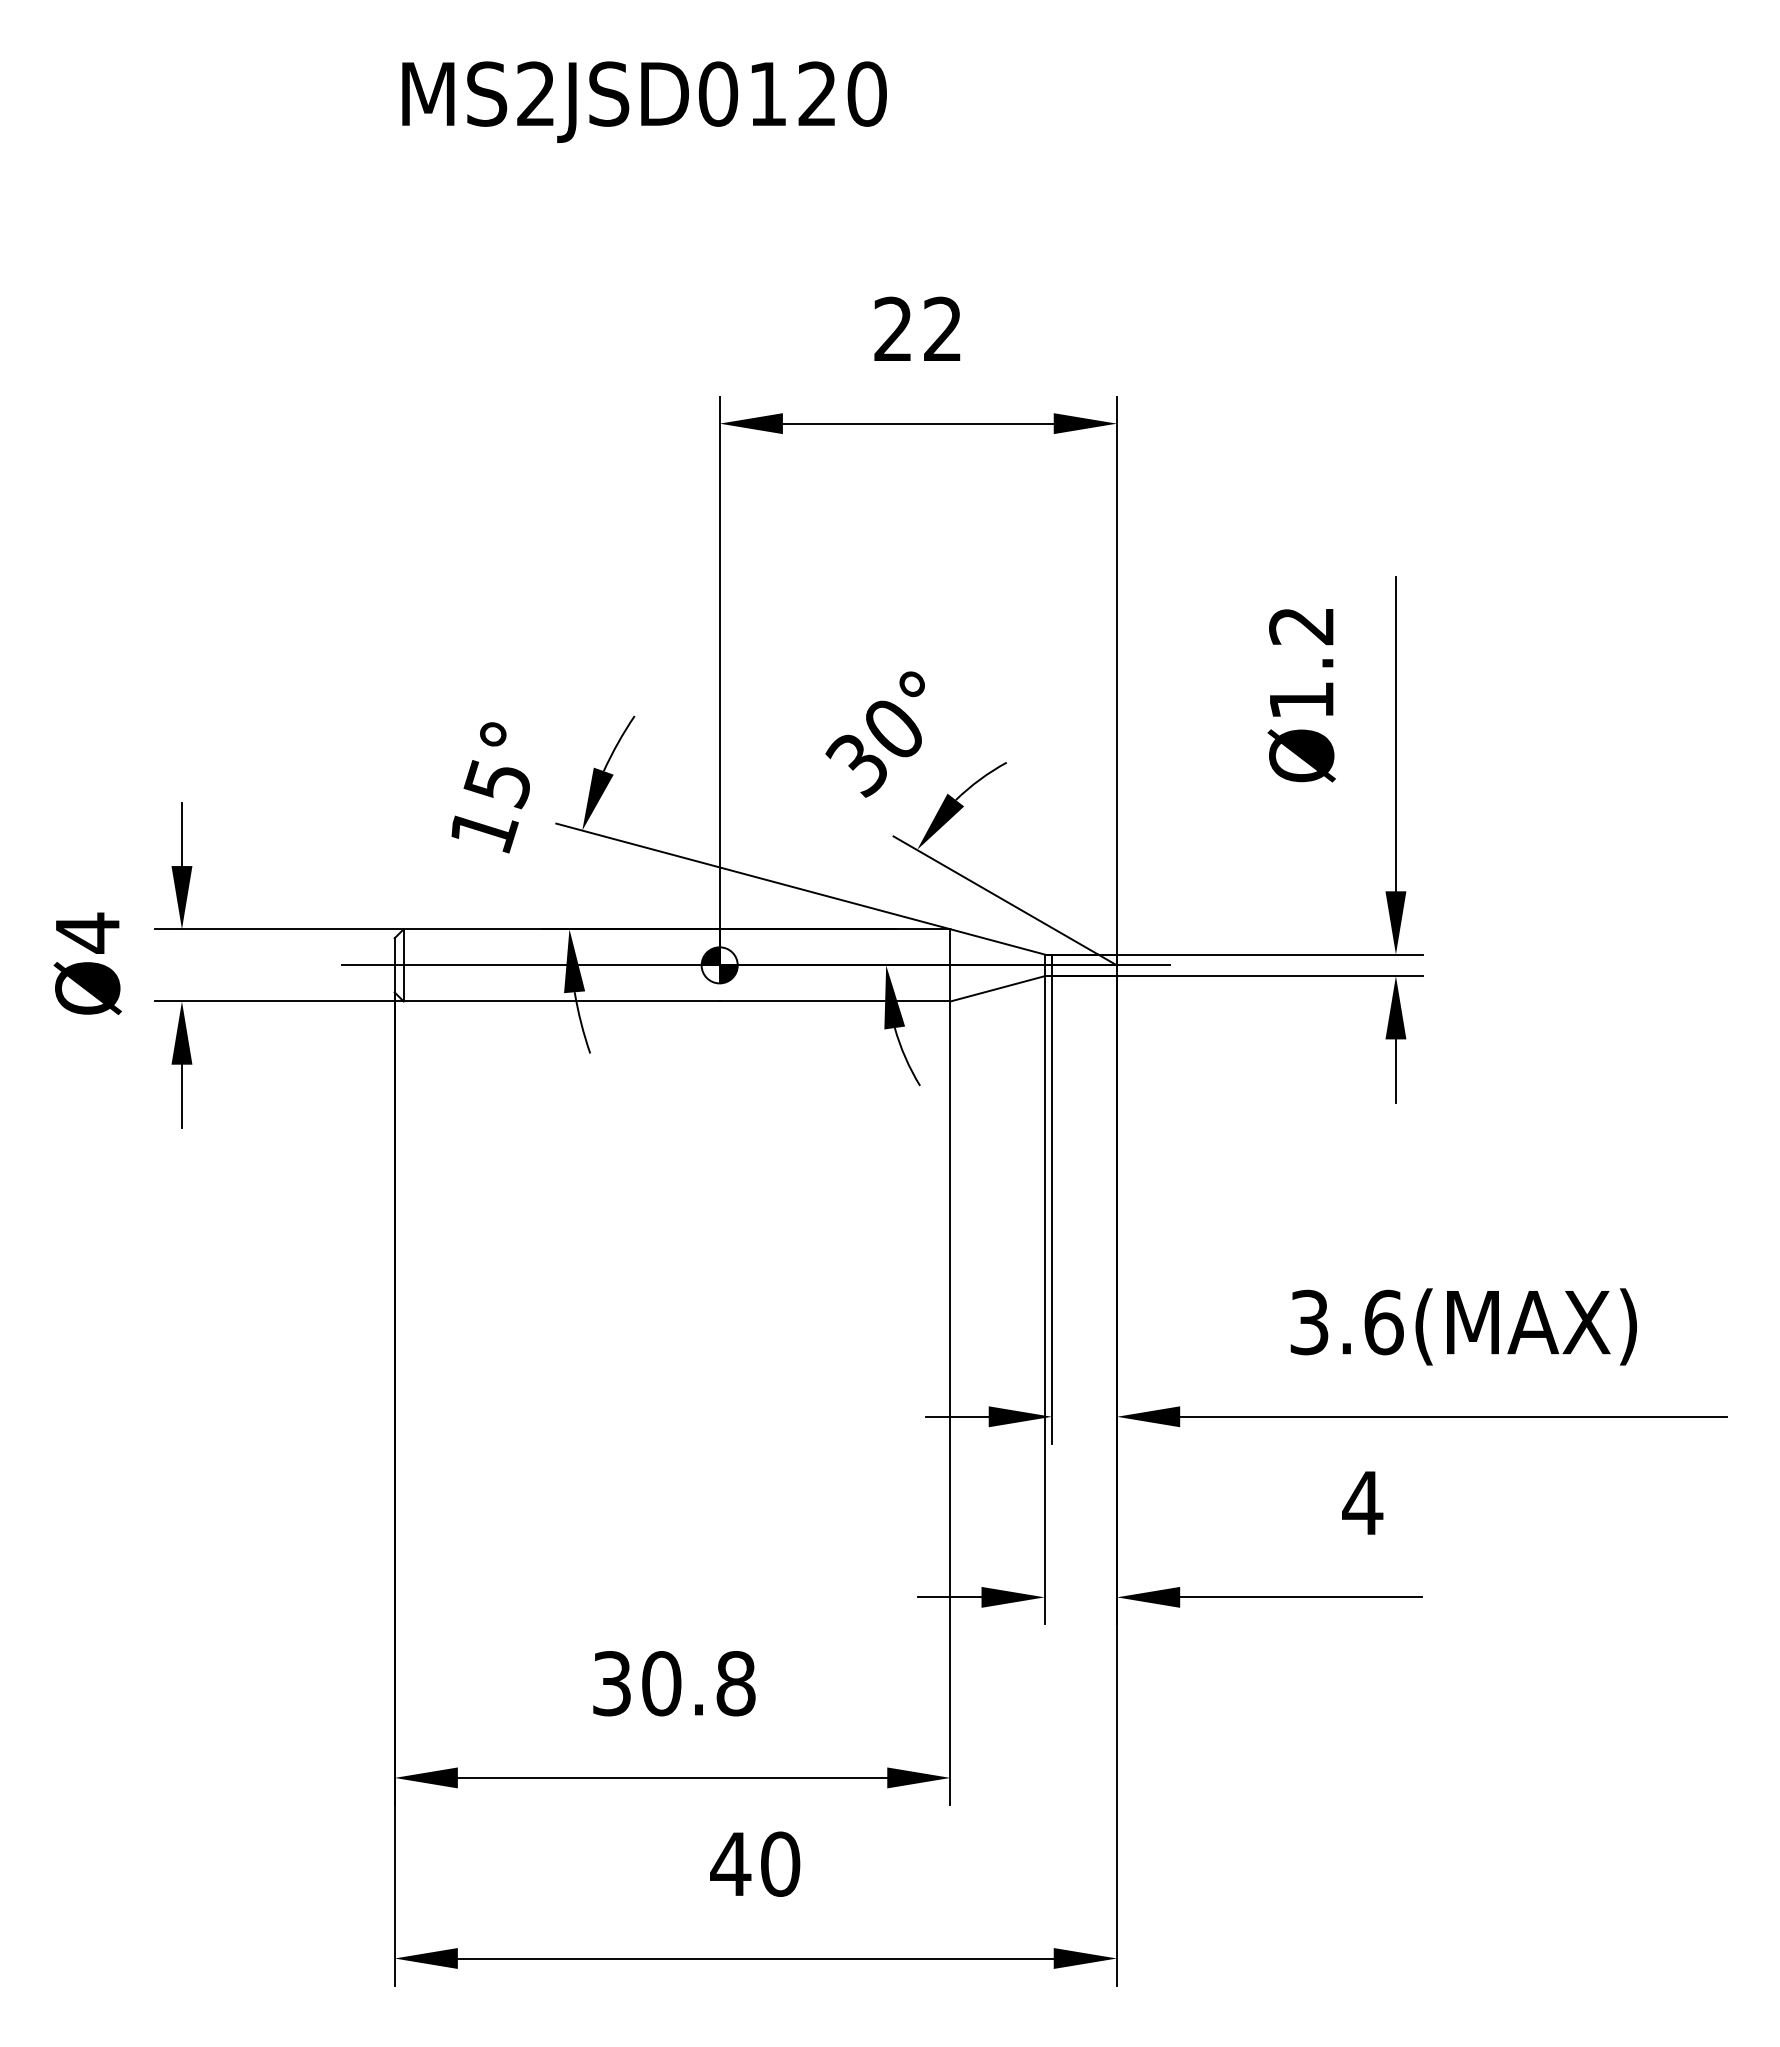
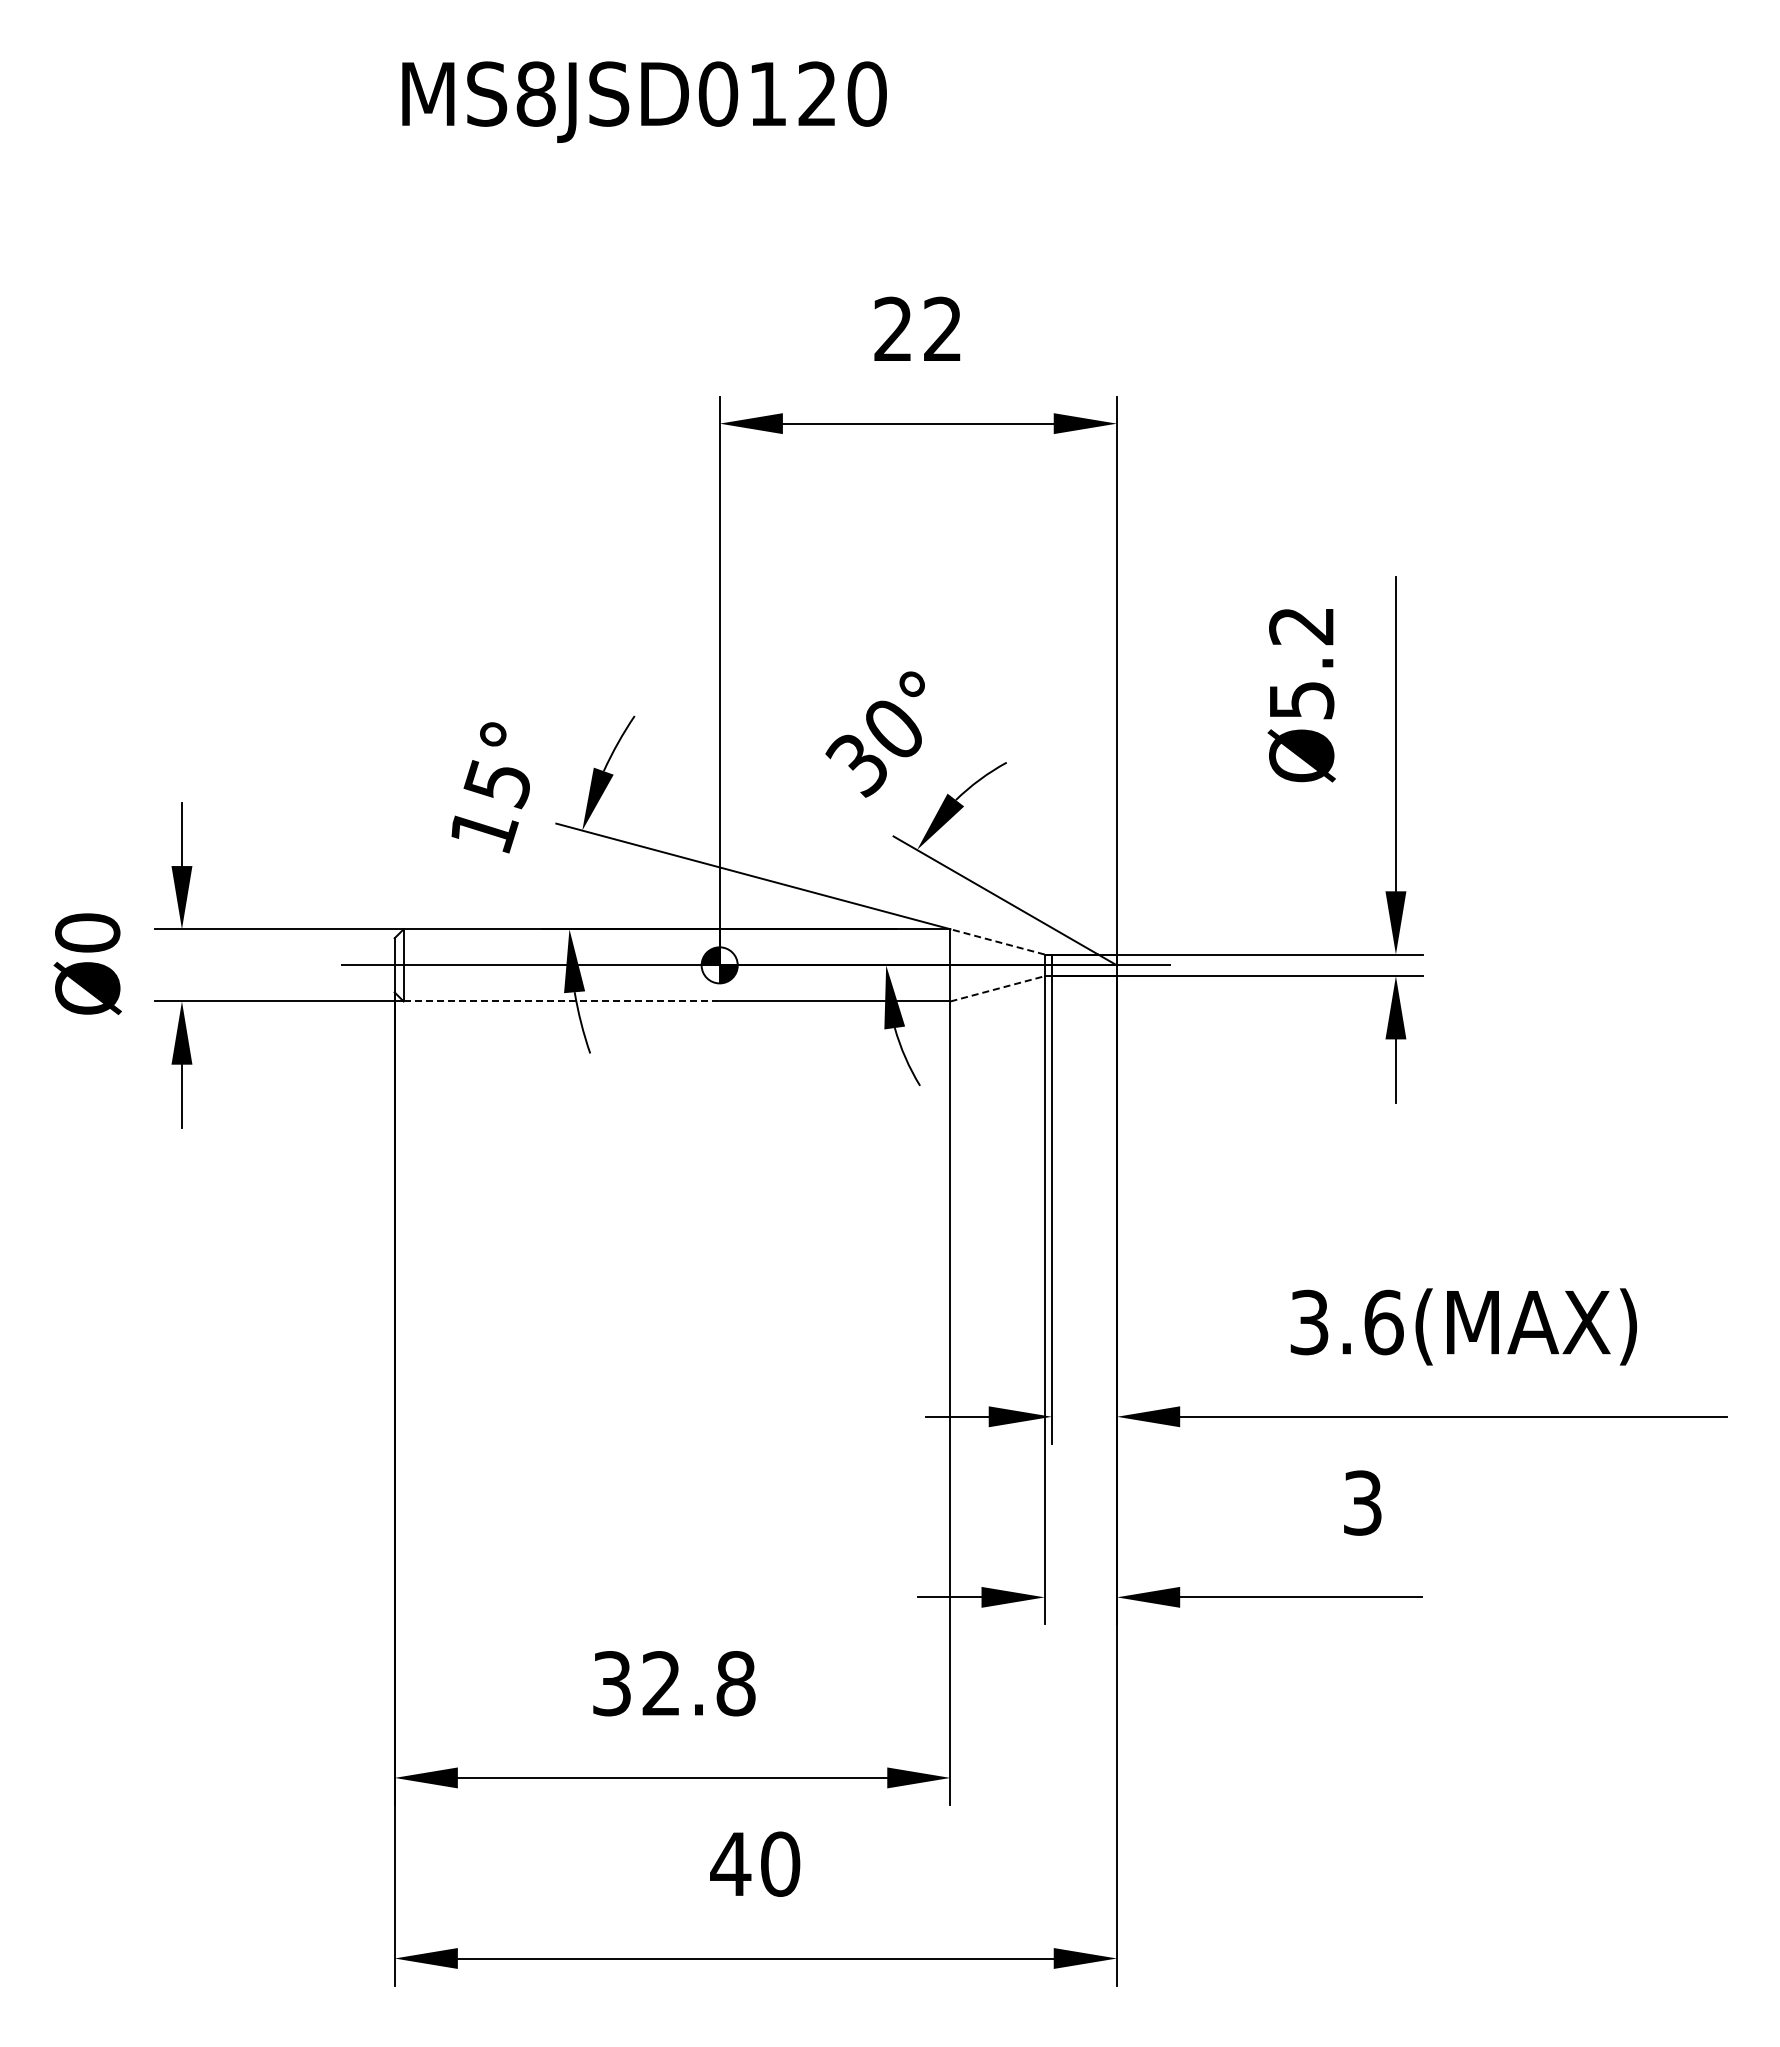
text at (535, 93): MS2JSD0120 -> MS8JSD0120
text at (1302, 700): Ø1.2 -> Ø5.2
text at (87, 932): Ø4 -> Ø0
line at (997, 941): solid -> dashed
line at (997, 988): solid -> dashed
line at (561, 1001): solid -> dashed
text at (1362, 1502): 4 -> 3
text at (661, 1683): 30.8 -> 32.8
